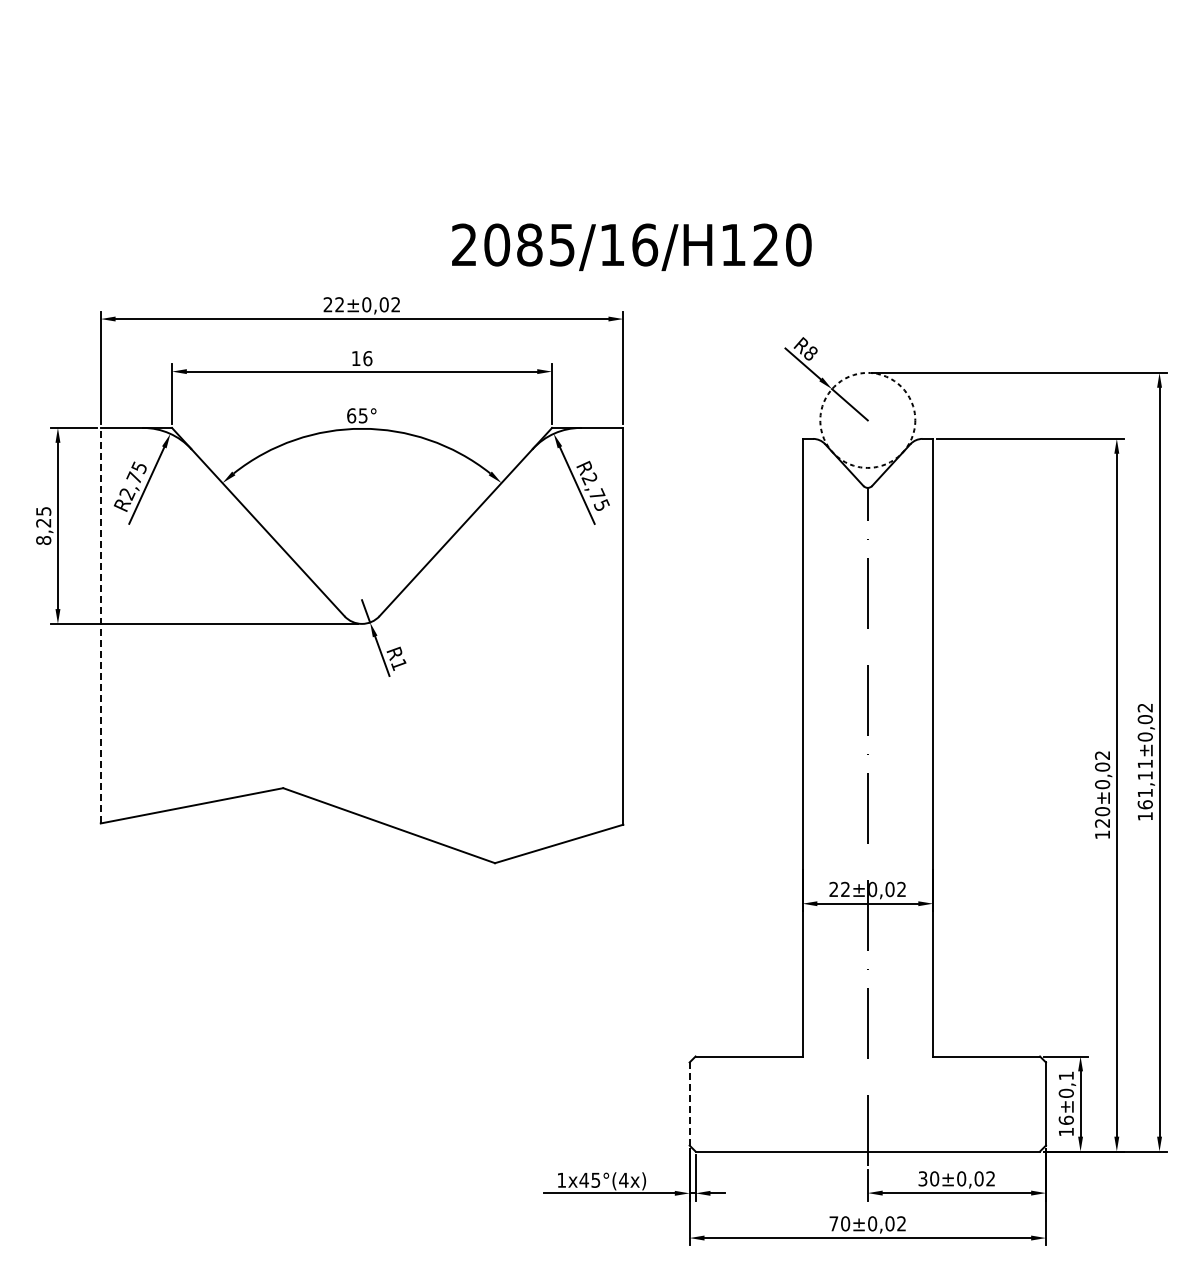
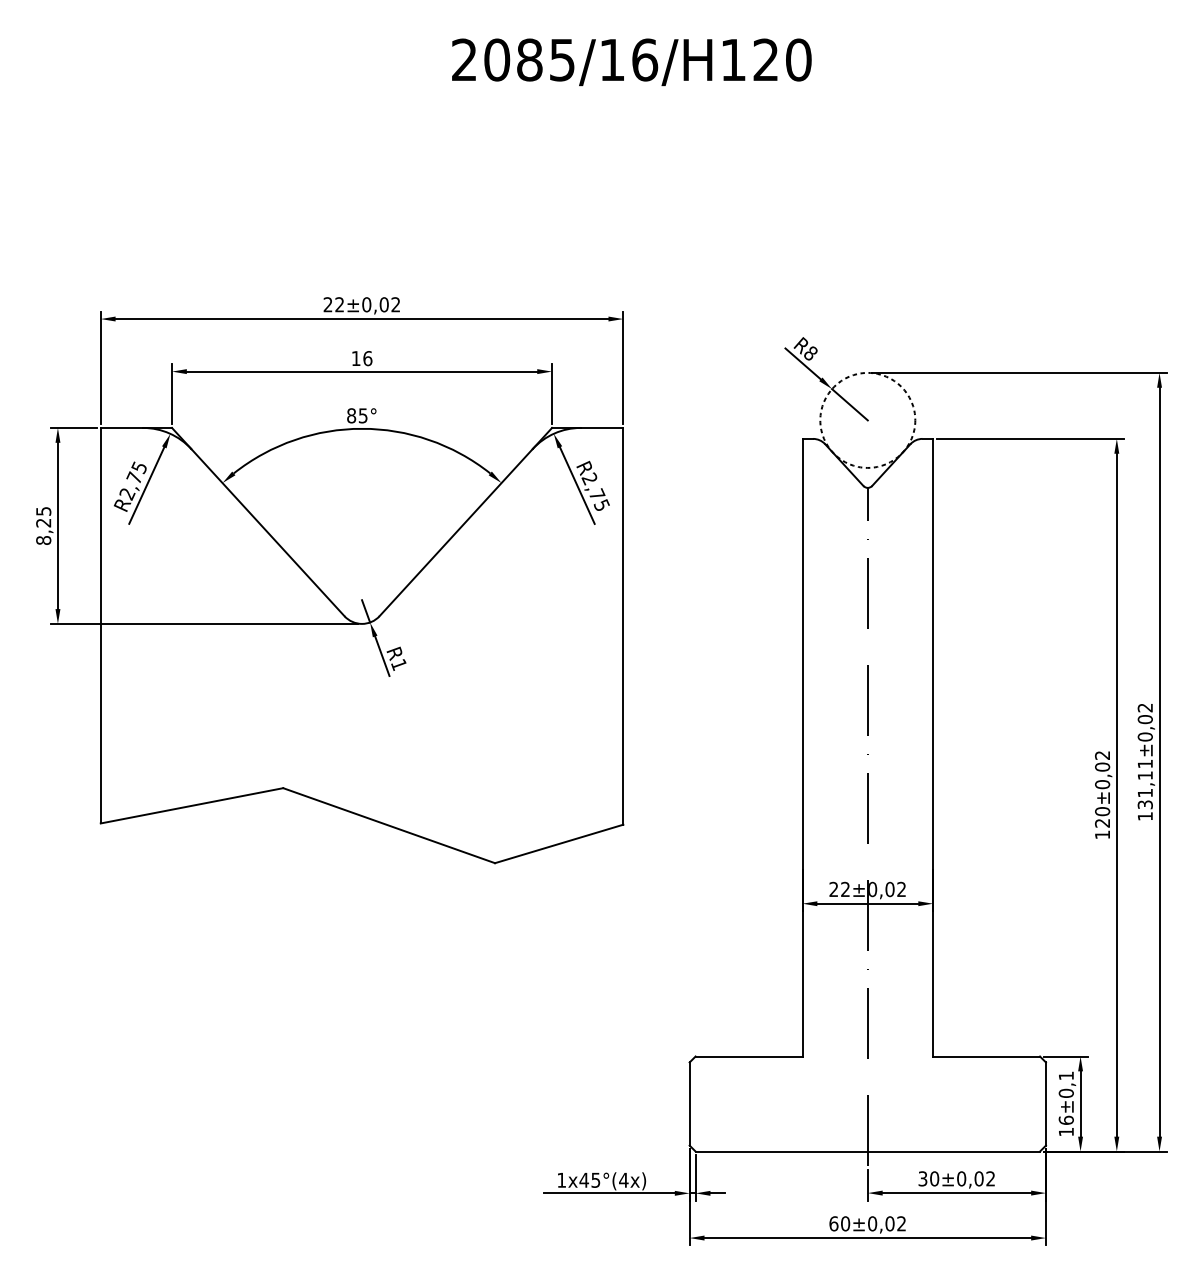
text at (631, 247) position: (631, 247) -> (631, 62)
text at (351, 415): 65° -> 85°
line at (100, 625): dashed -> solid
text at (1144, 804): 161,11±0,02 -> 131,11±0,02
line at (689, 1104): dashed -> solid
text at (833, 1223): 70±0,02 -> 60±0,02
